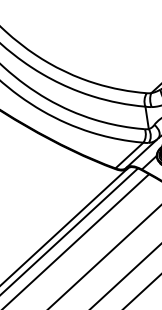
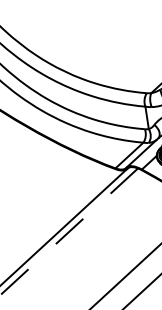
line at (68, 232): solid -> dashed
line at (77, 240): present -> none
line at (104, 256): present -> none
